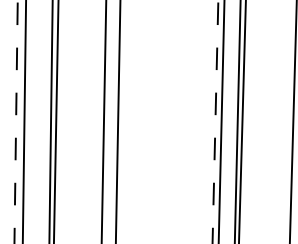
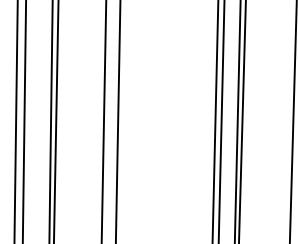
line at (16, 122): dashed -> solid
line at (215, 122): dashed -> solid
